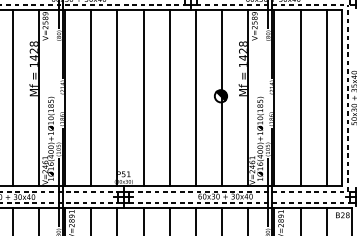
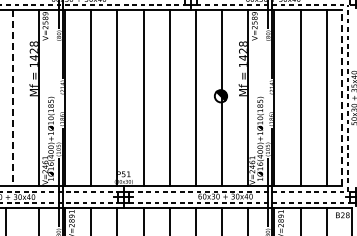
line at (12, 98): solid -> dashed
line at (342, 98): solid -> dashed
line at (12, 220) position: (12, 220) -> (5, 220)
